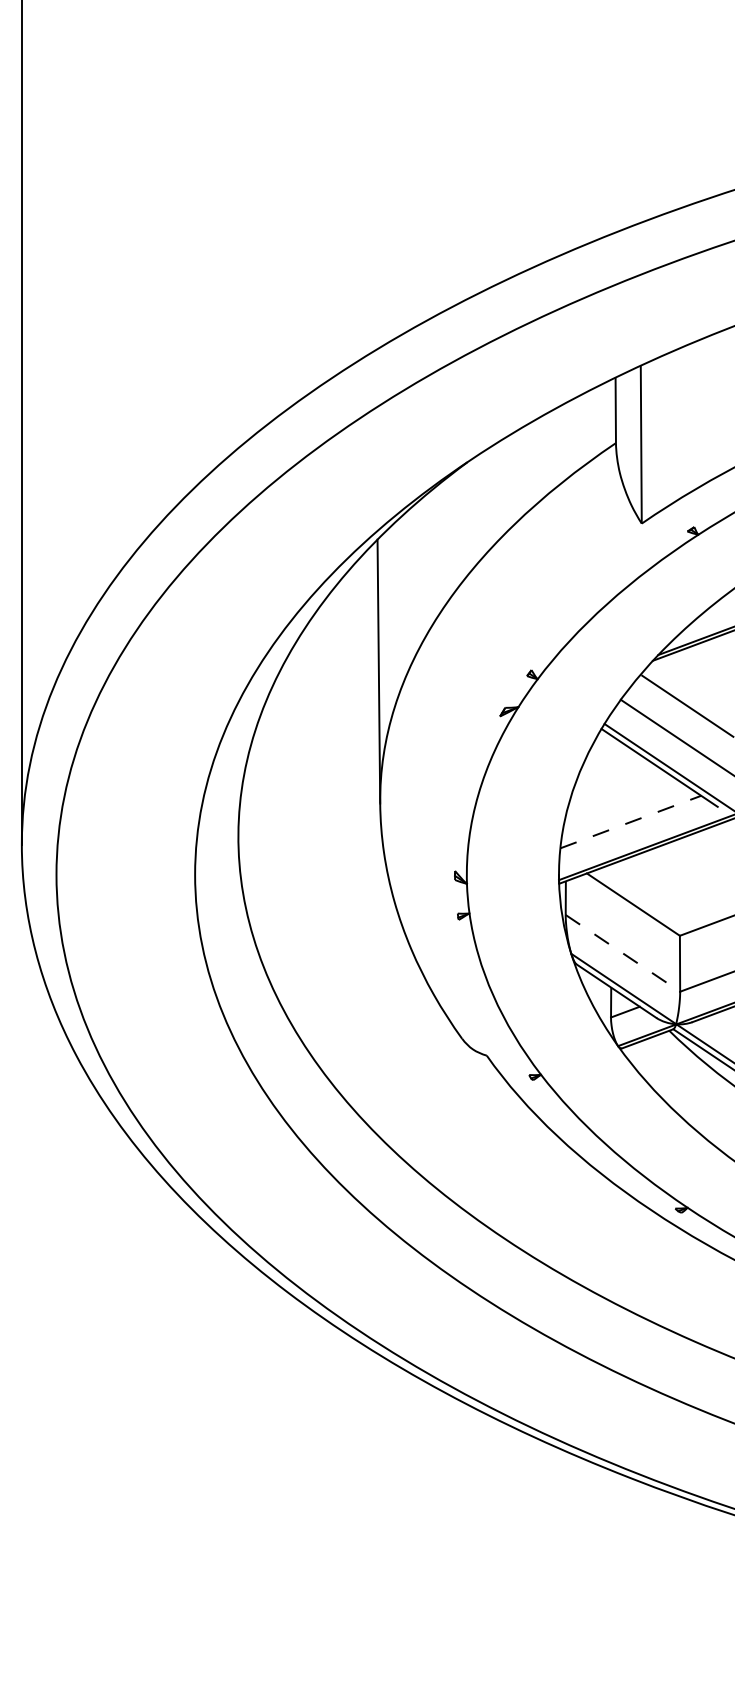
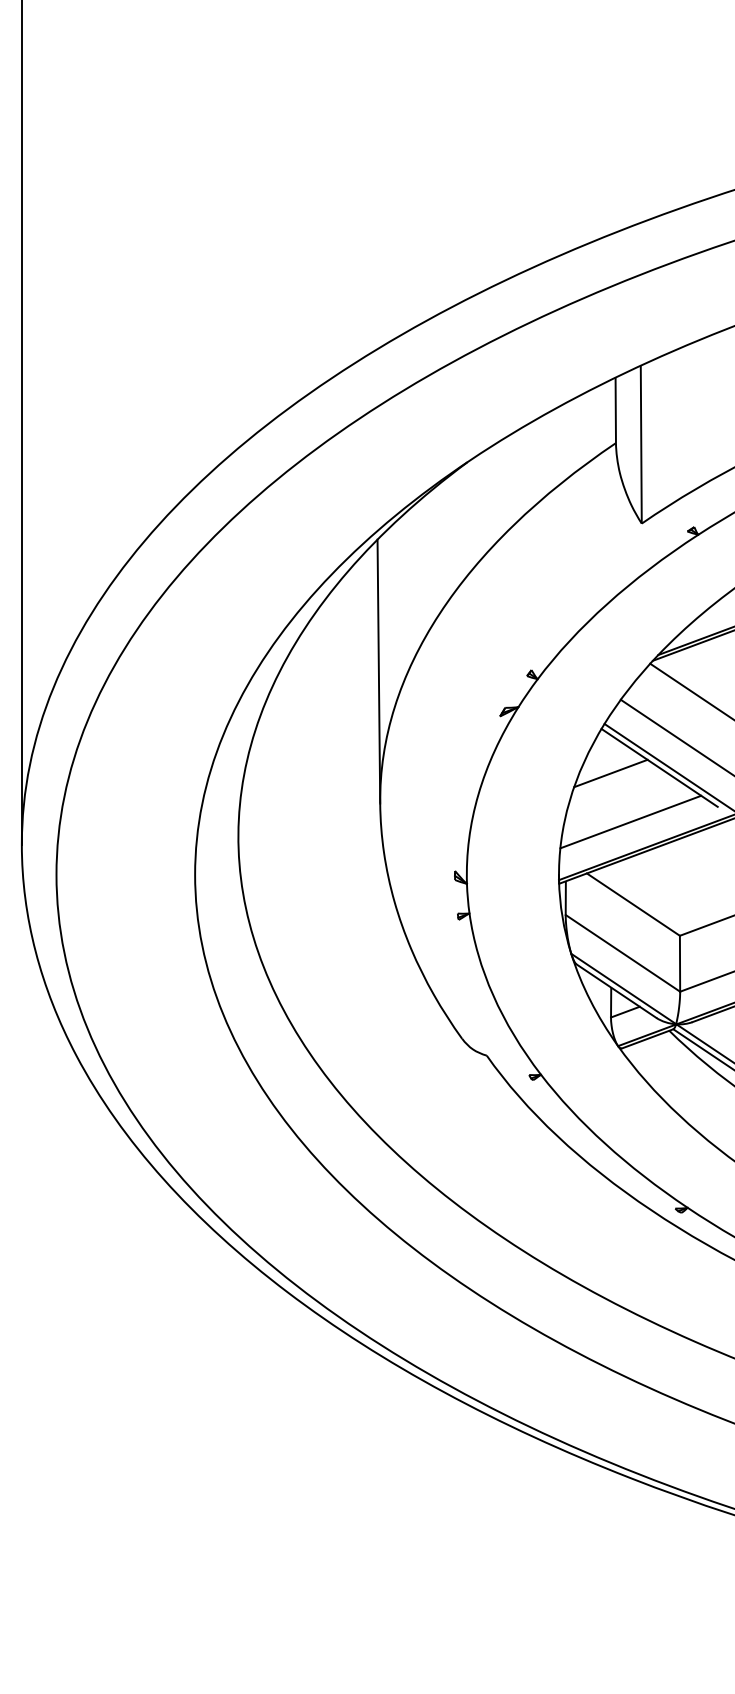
line at (686, 705) position: (686, 705) -> (690, 690)
line at (610, 773): none -> present
line at (631, 821): dashed -> solid
line at (622, 953): dashed -> solid
